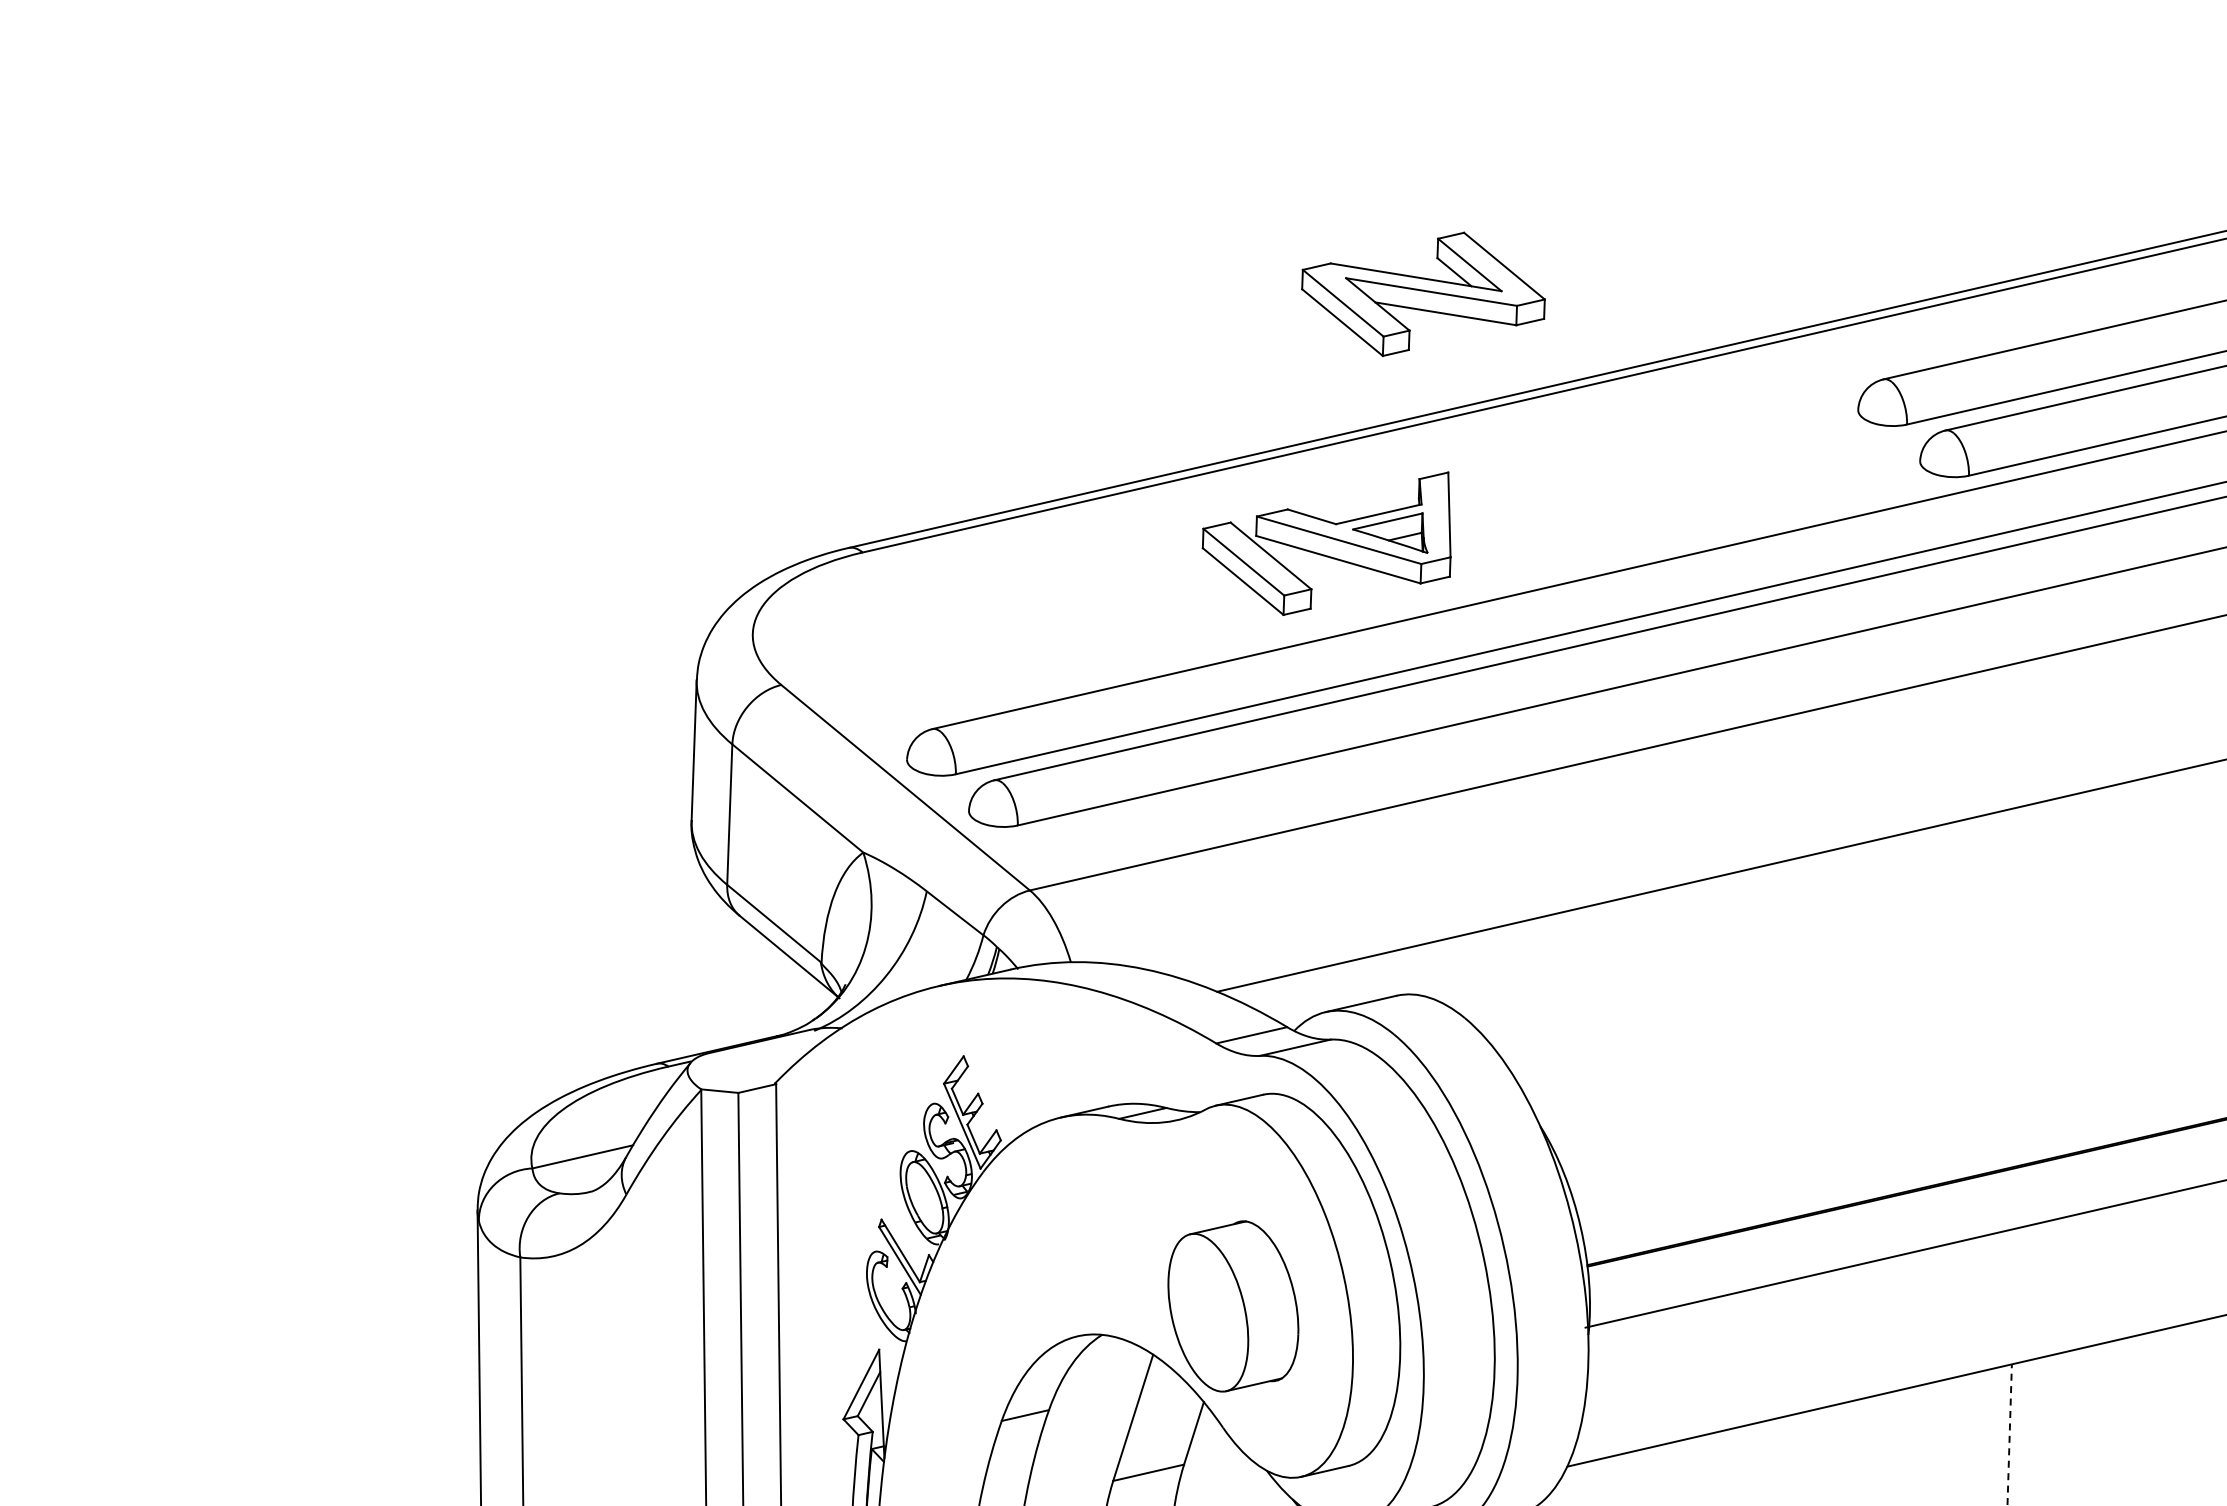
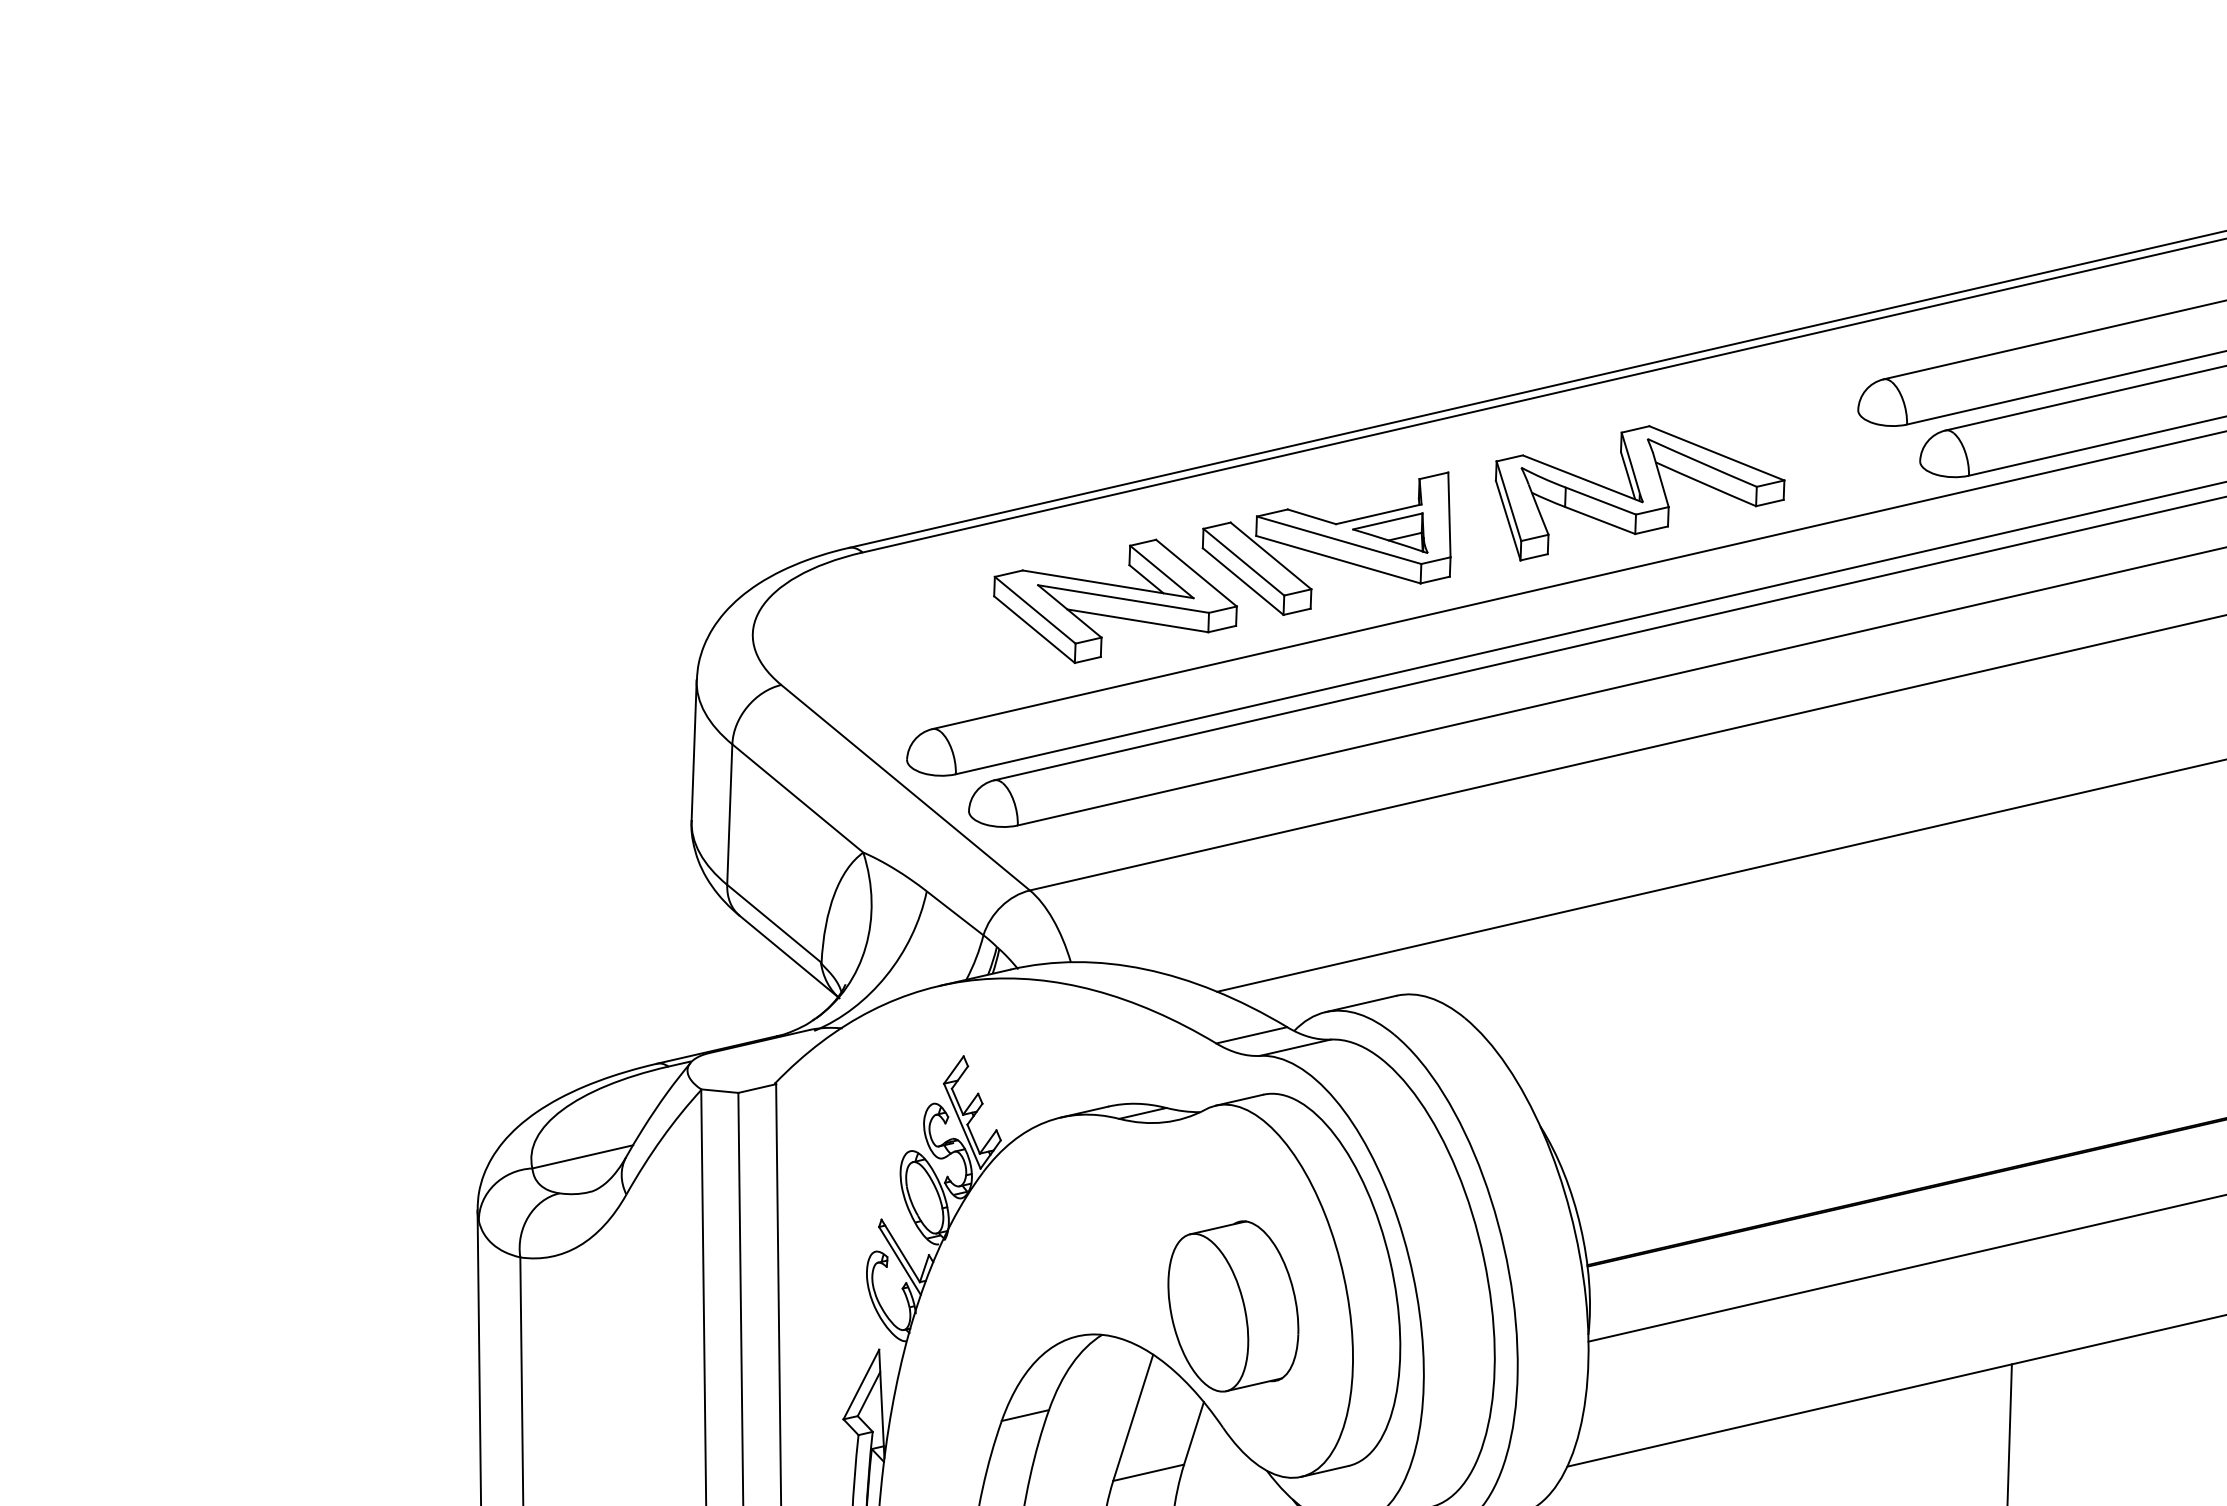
part at (1423, 293) position: (1423, 293) -> (1115, 600)
part at (1639, 493): none -> present
line at (1904, 1253) position: (1904, 1253) -> (1905, 1268)
line at (2009, 1434): dashed -> solid
